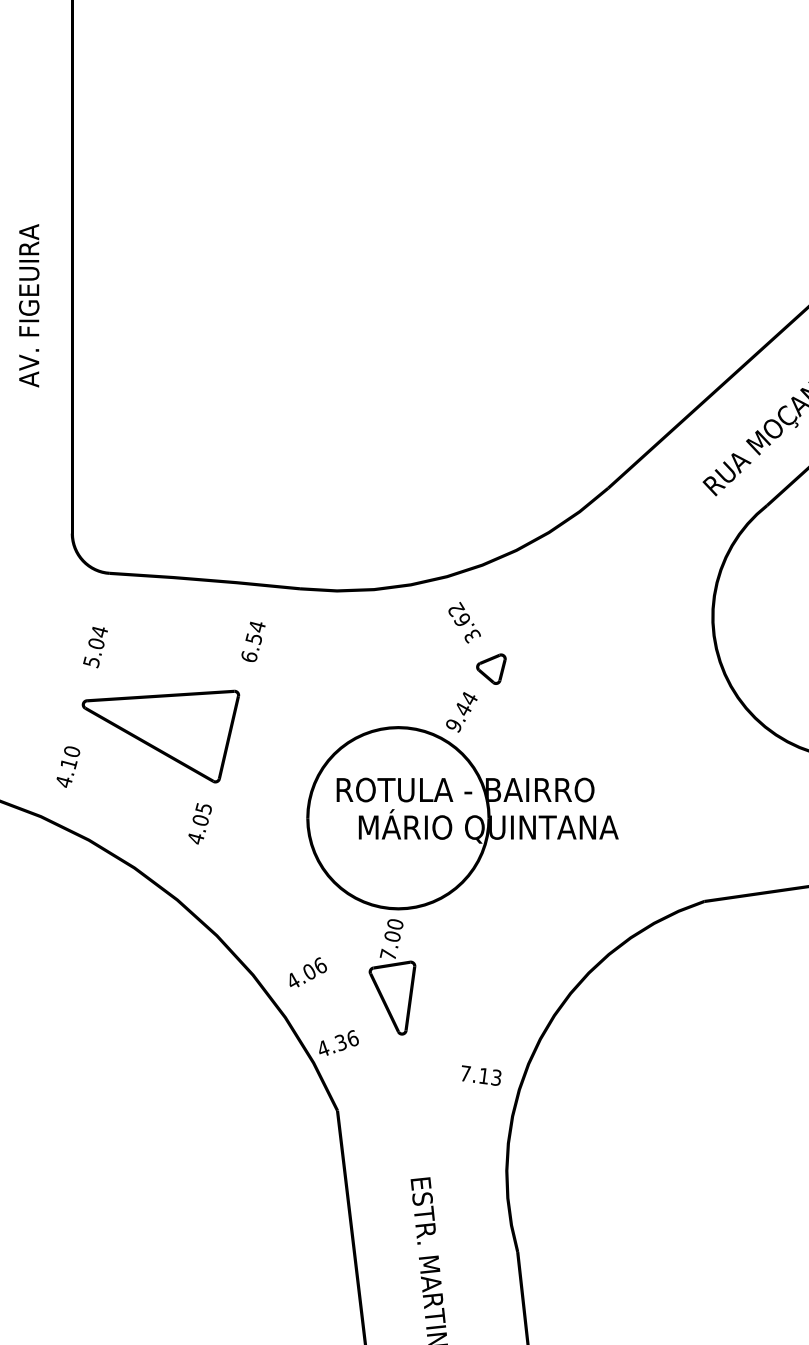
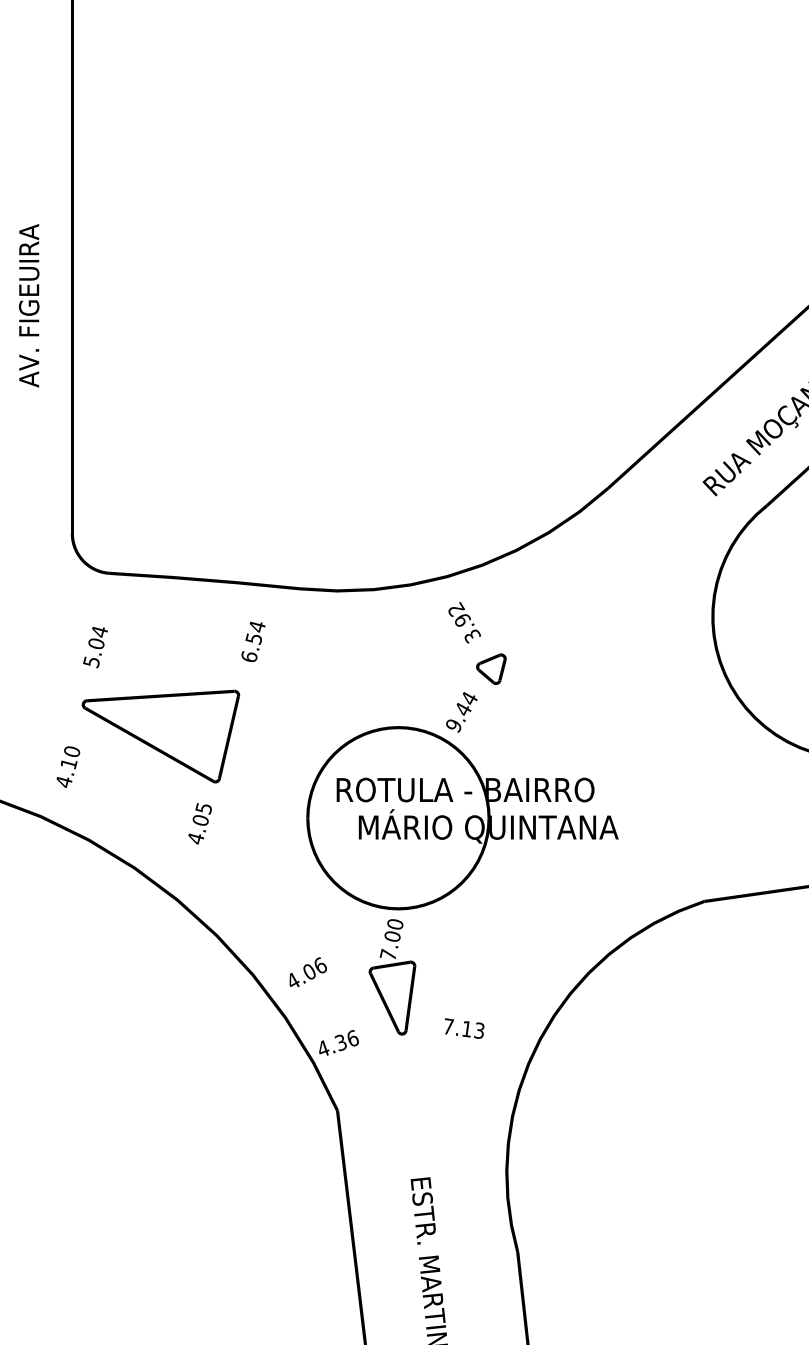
text at (462, 619): 3.62 -> 3.92
text at (481, 1075) position: (481, 1075) -> (464, 1028)
